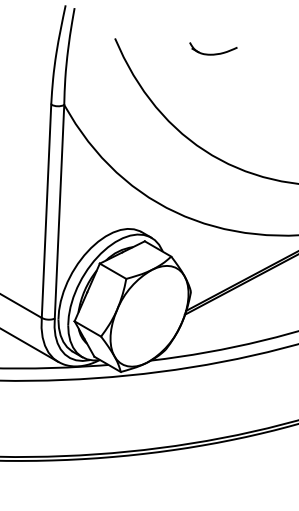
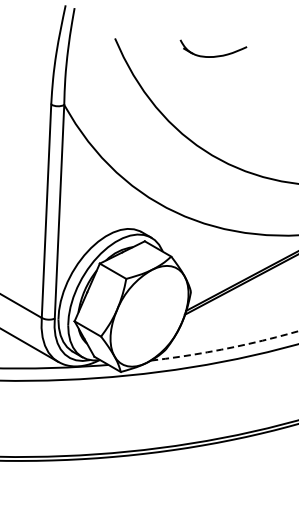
part at (213, 48) size: 49x14 px -> 69x19 px
arc at (226, 348): solid -> dashed
